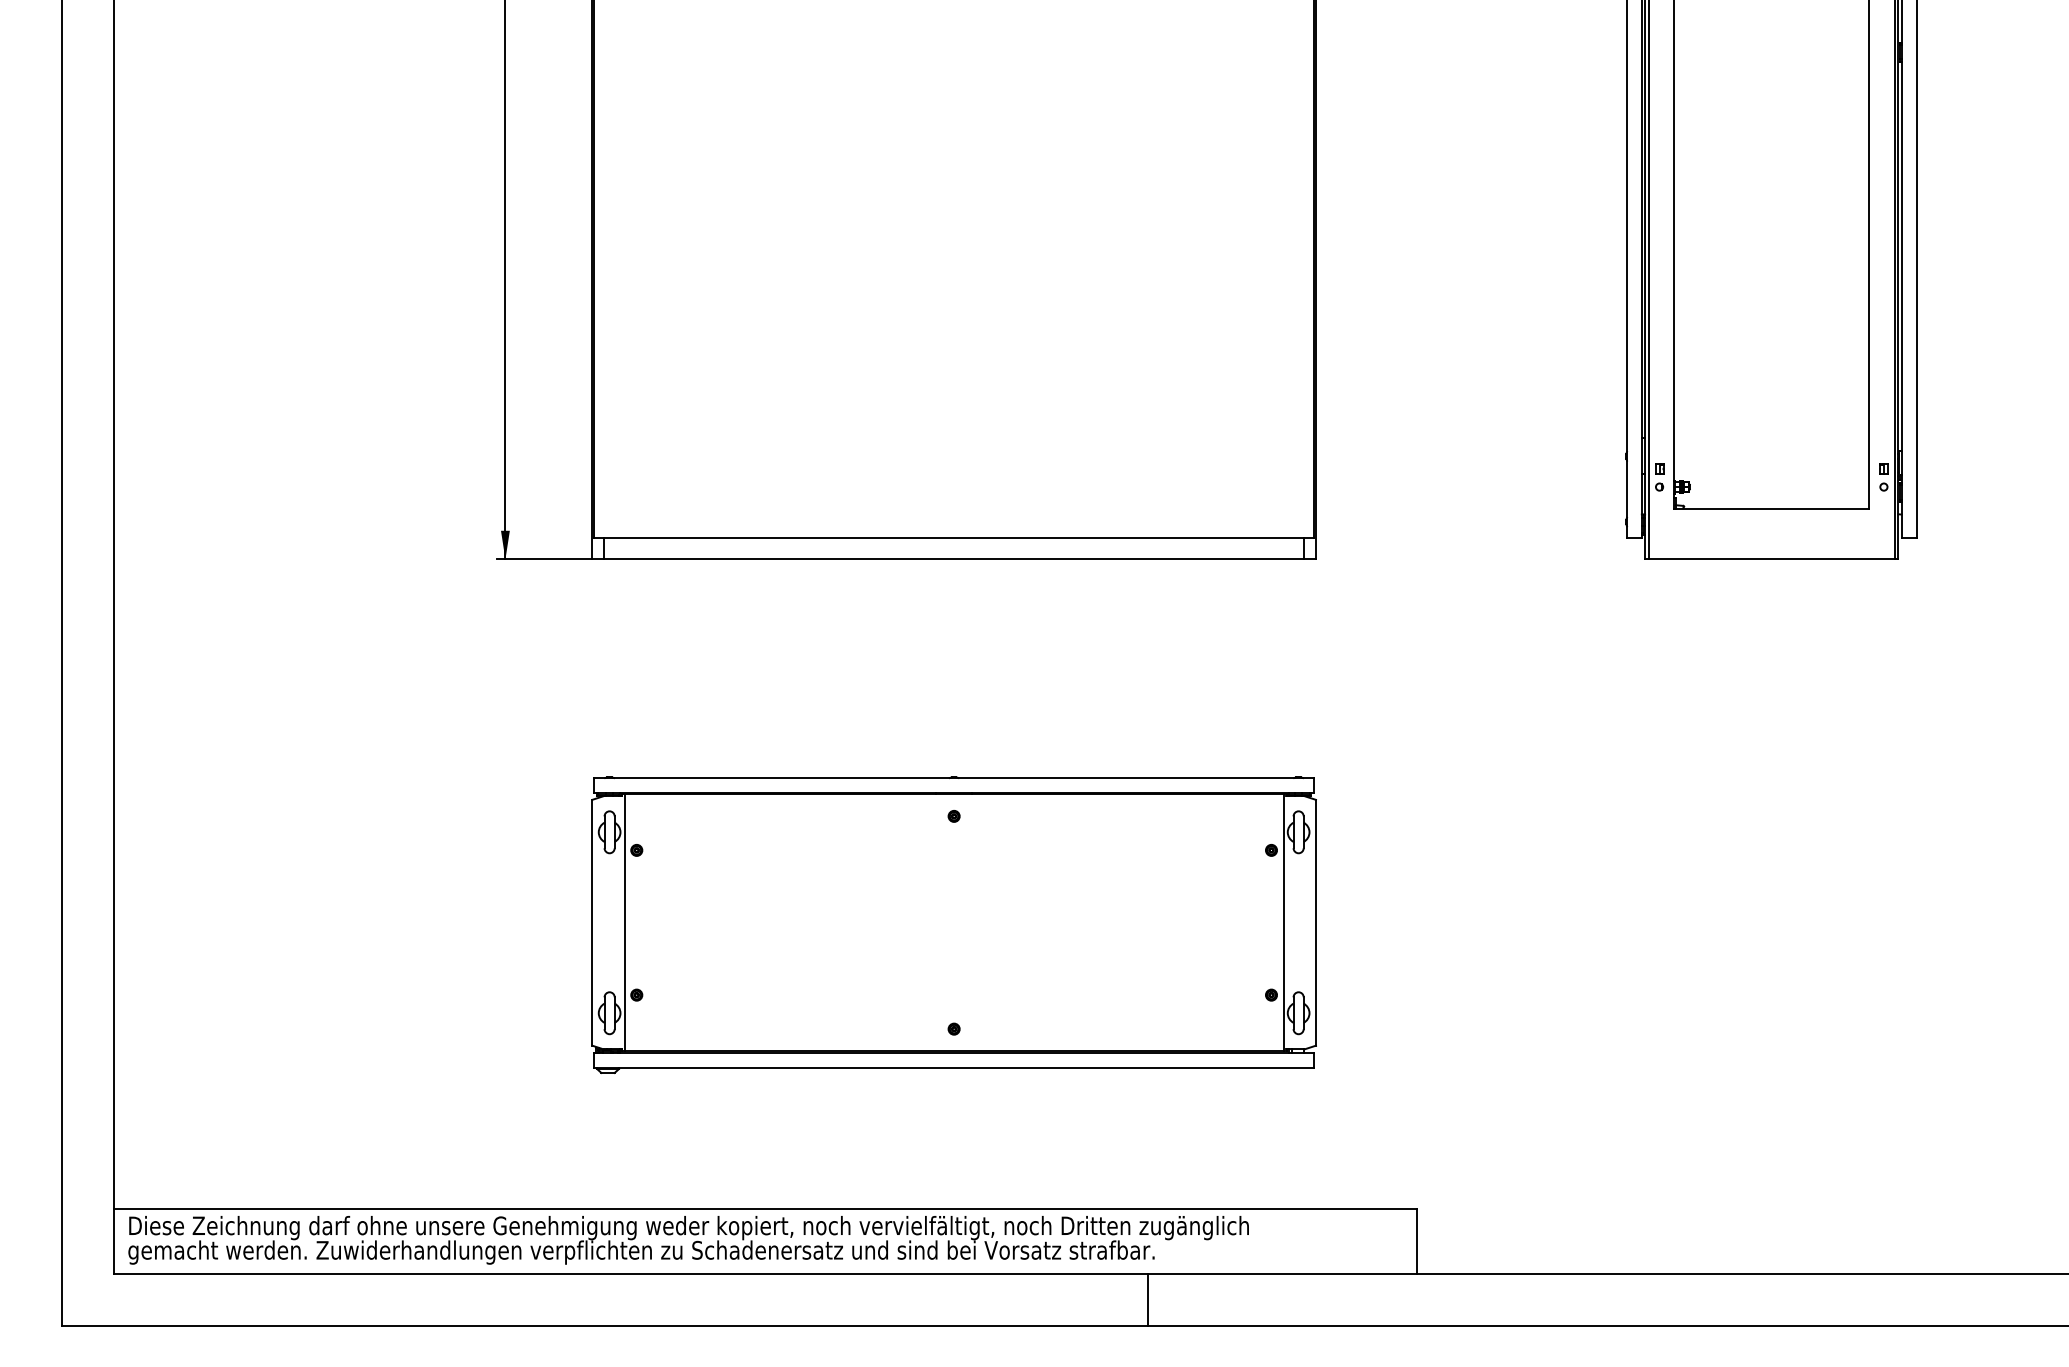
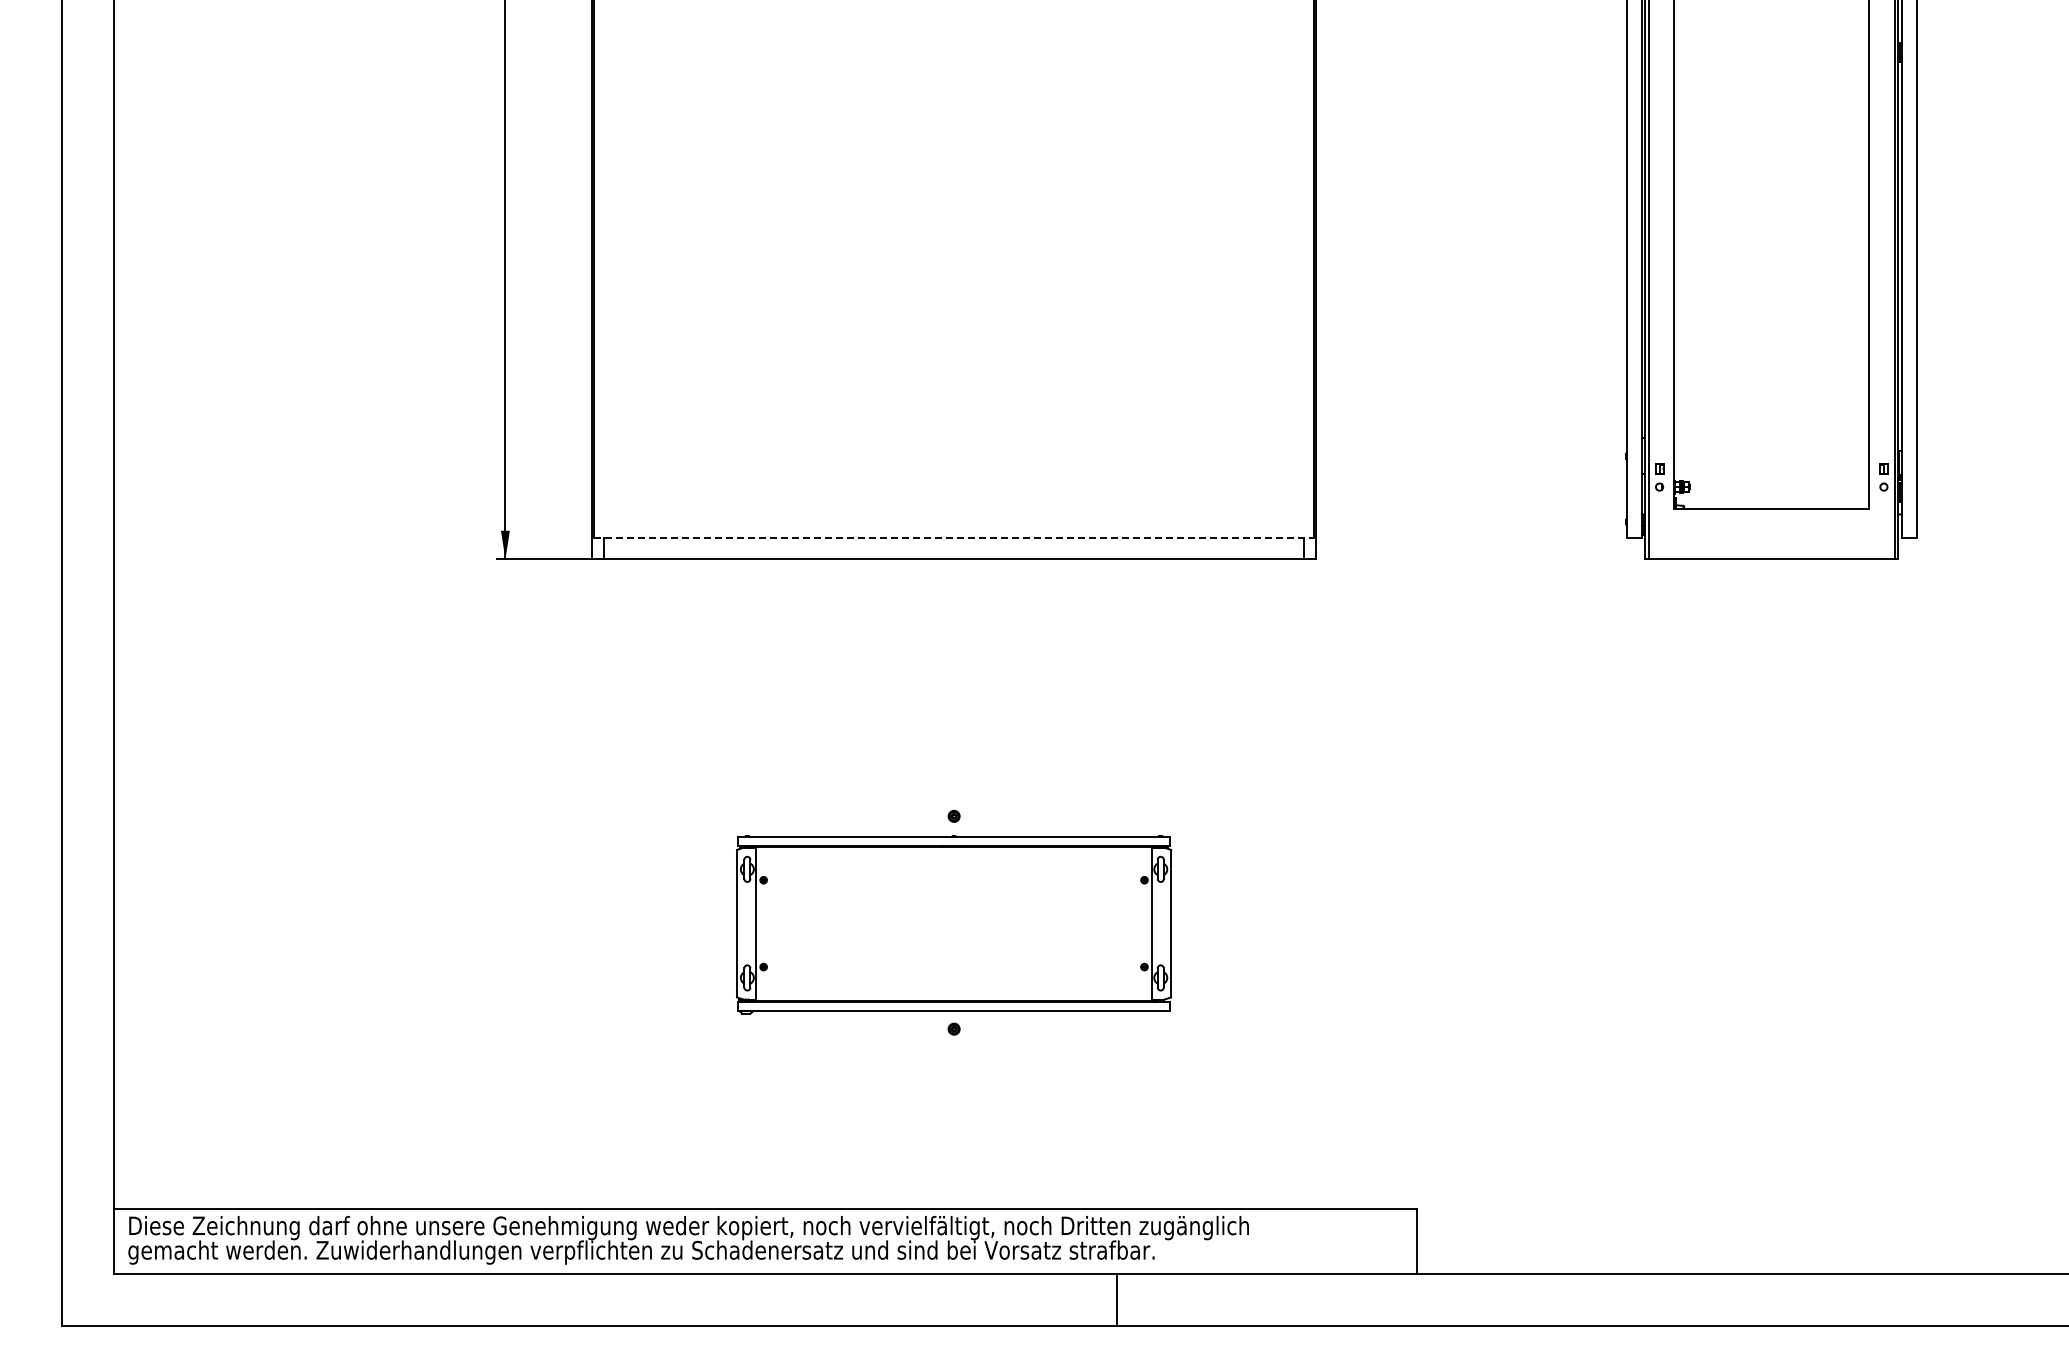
line at (954, 537): solid -> dashed
part at (953, 924) size: 726x298 px -> 437x180 px
line at (1147, 1299) position: (1147, 1299) -> (1116, 1299)
